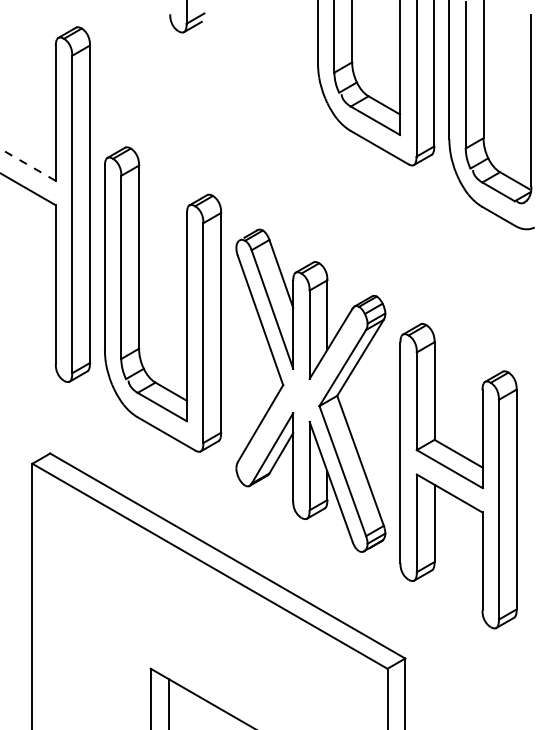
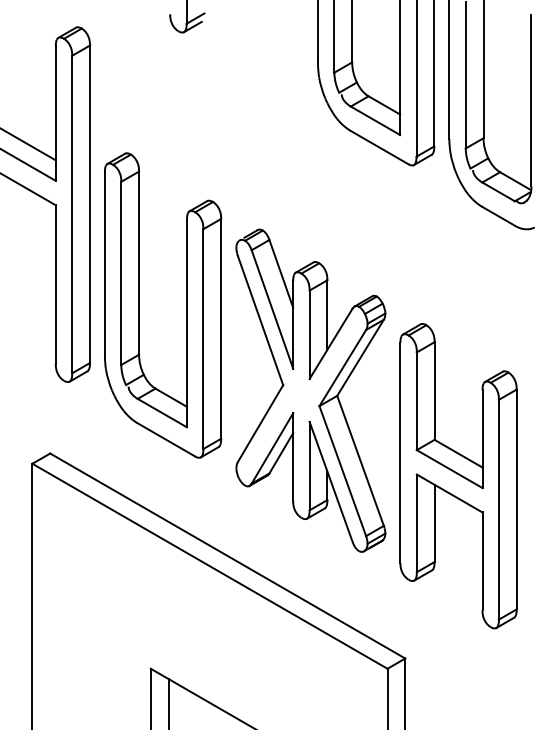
line at (28, 144): none -> present
line at (28, 164): dashed -> solid
part at (186, 299) position: (186, 299) -> (186, 305)
